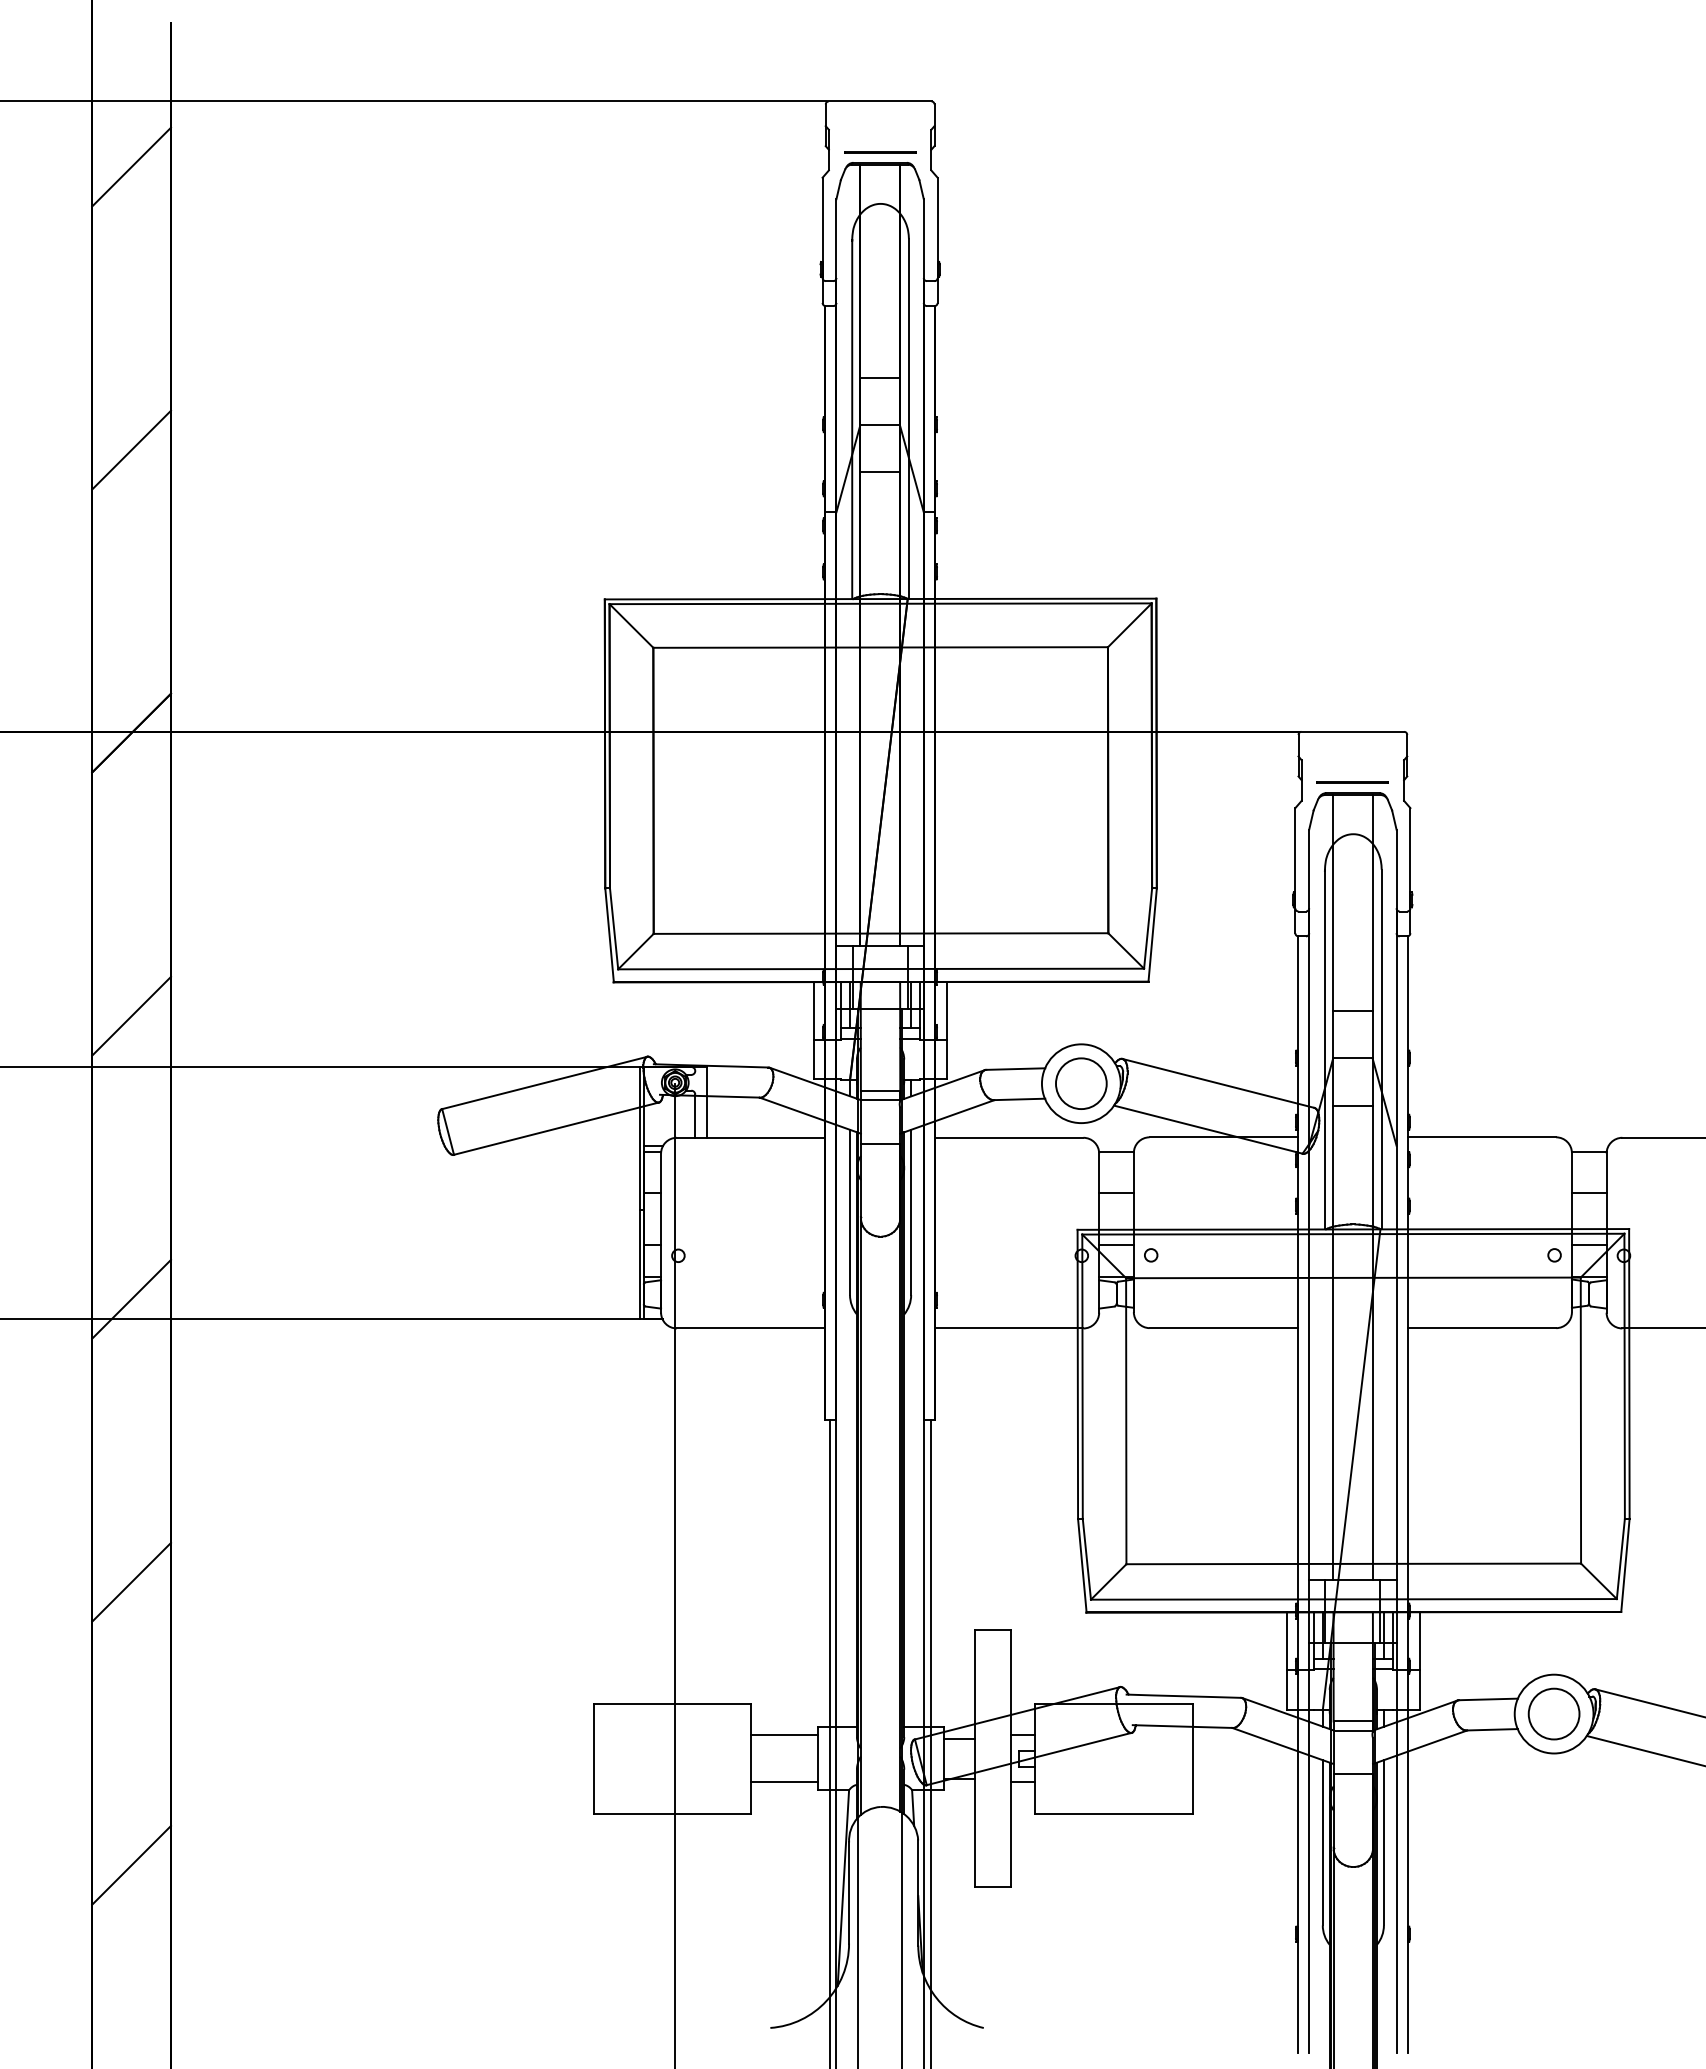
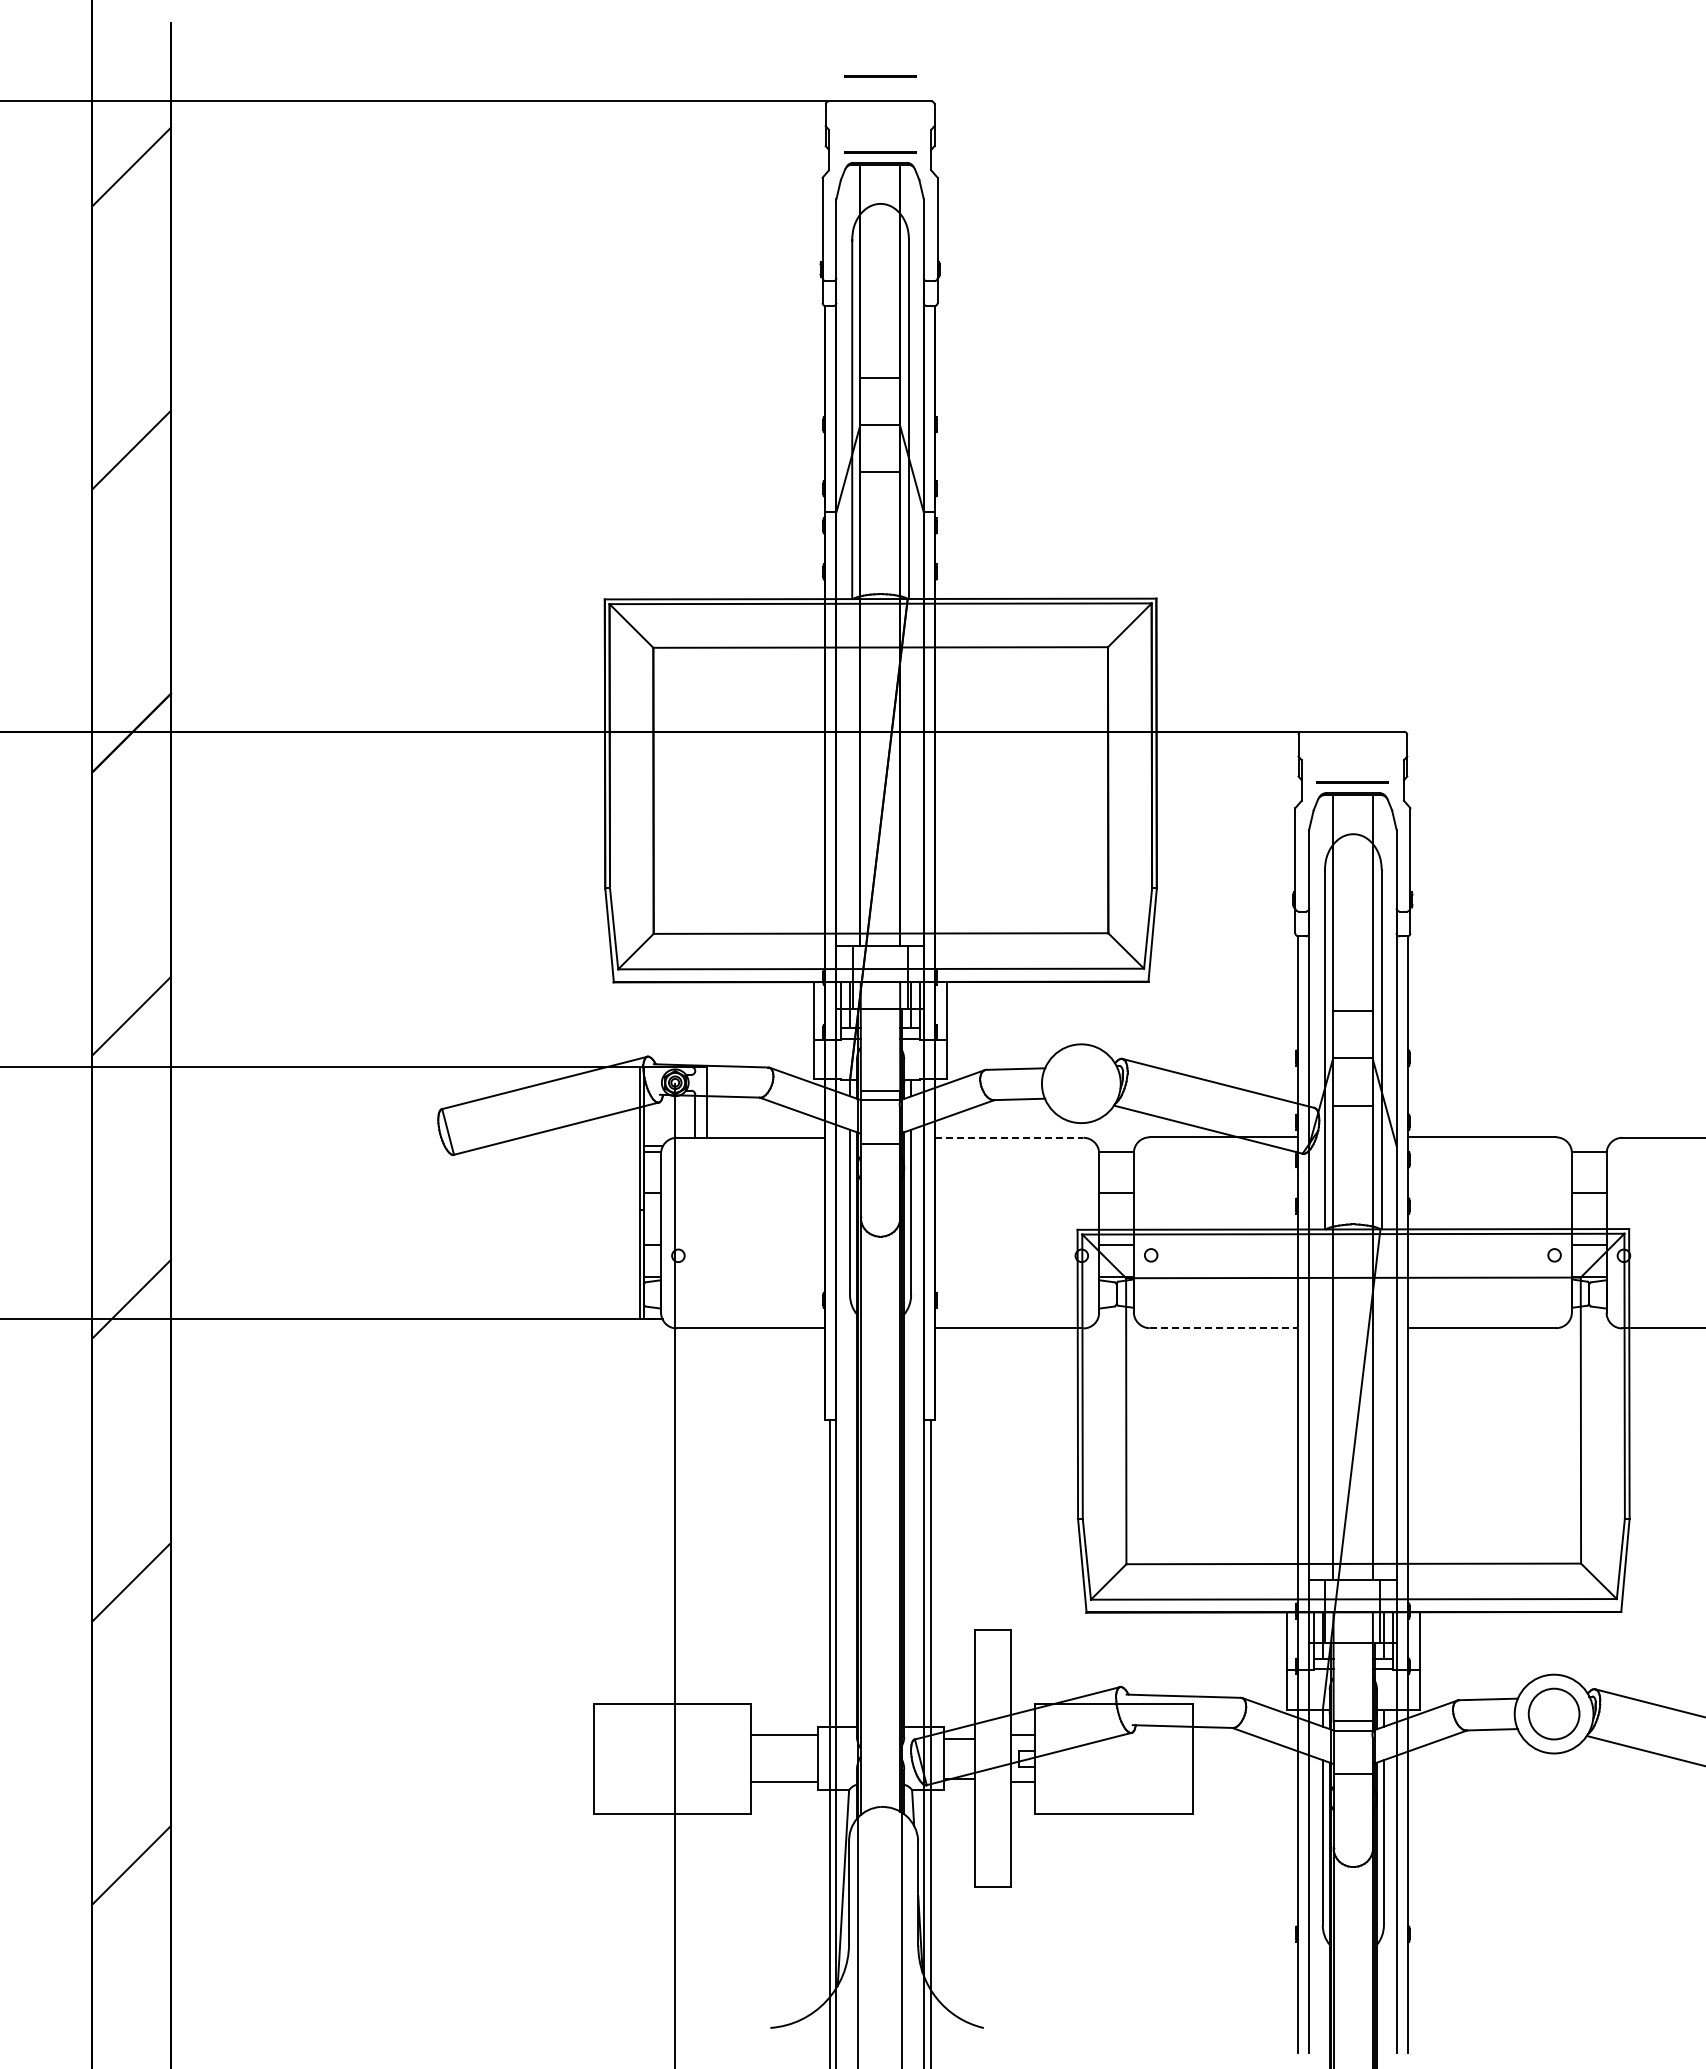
line at (880, 76): none -> present
circle at (1081, 1083): present -> none
line at (1009, 1137): solid -> dashed
line at (1224, 1328): solid -> dashed
